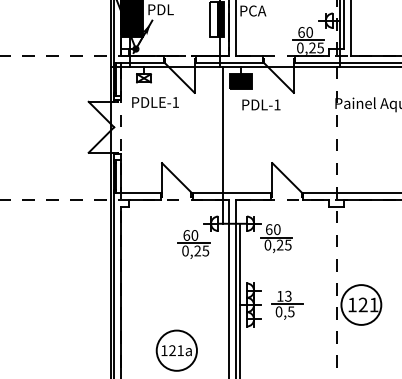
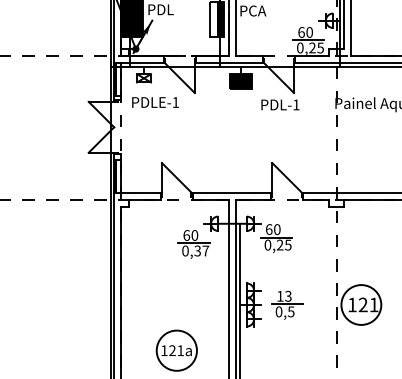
text at (261, 104) position: (261, 104) -> (280, 104)
line at (223, 145): present -> none
text at (201, 250): 0,25 -> 0,37
